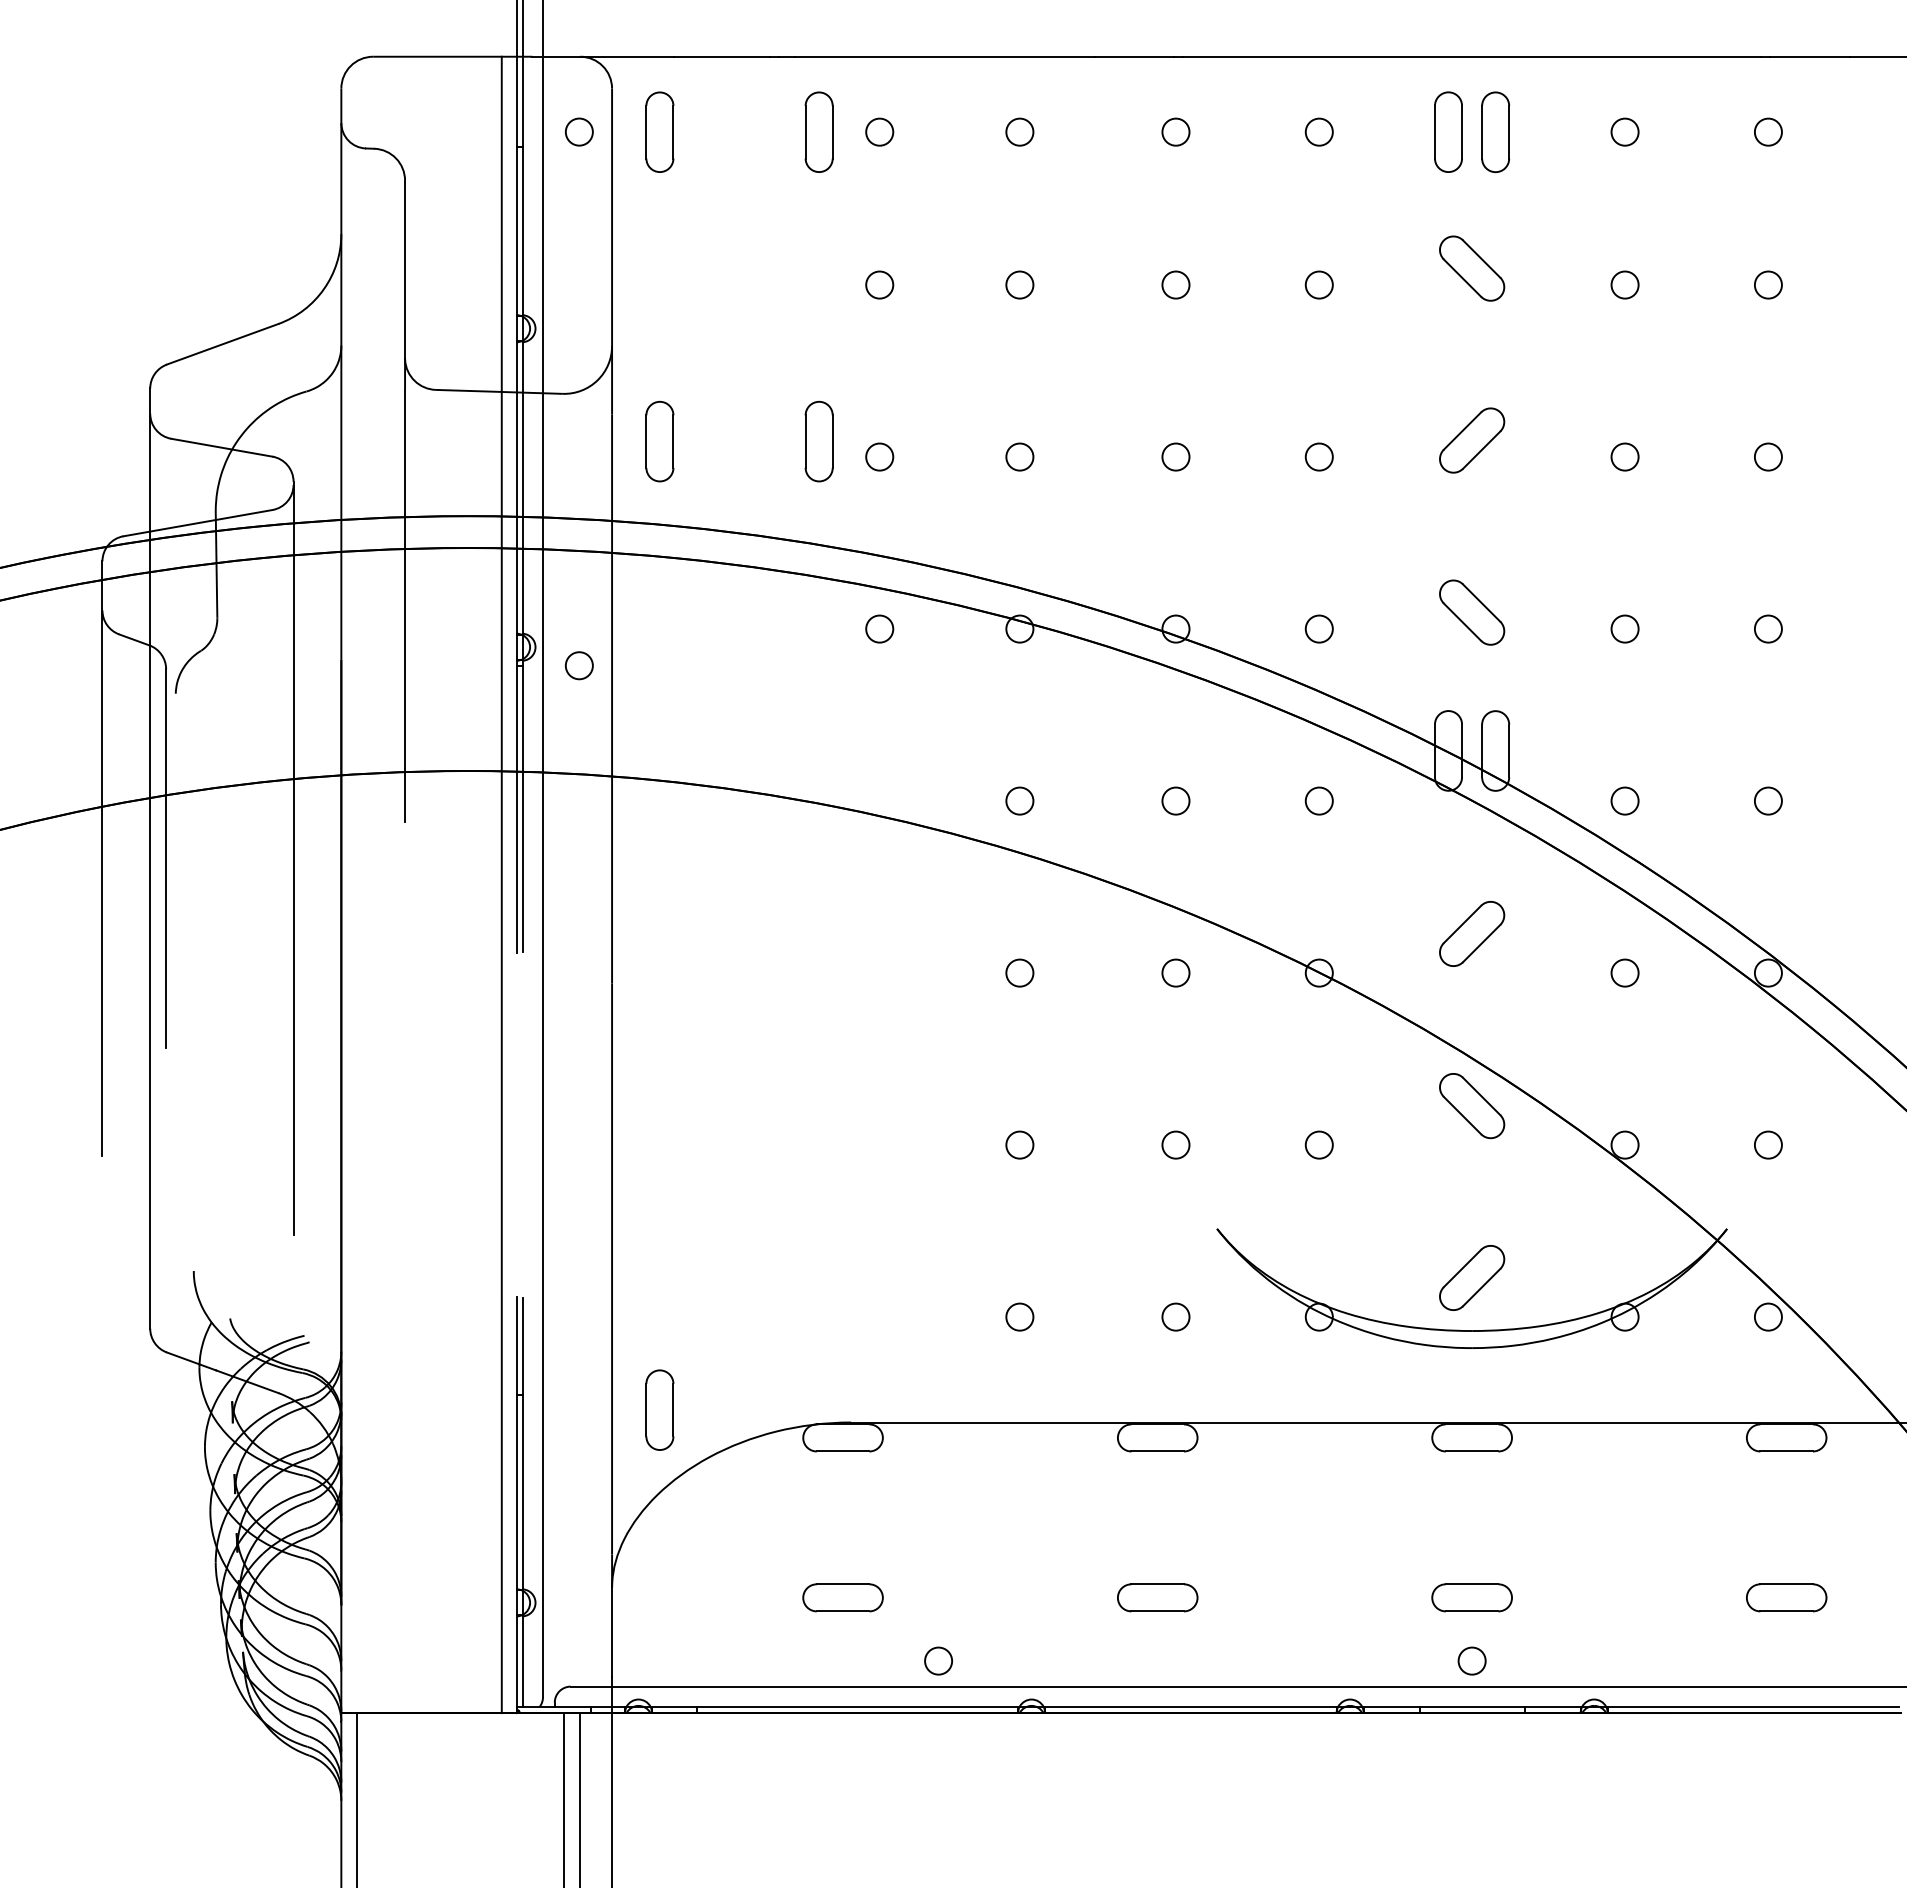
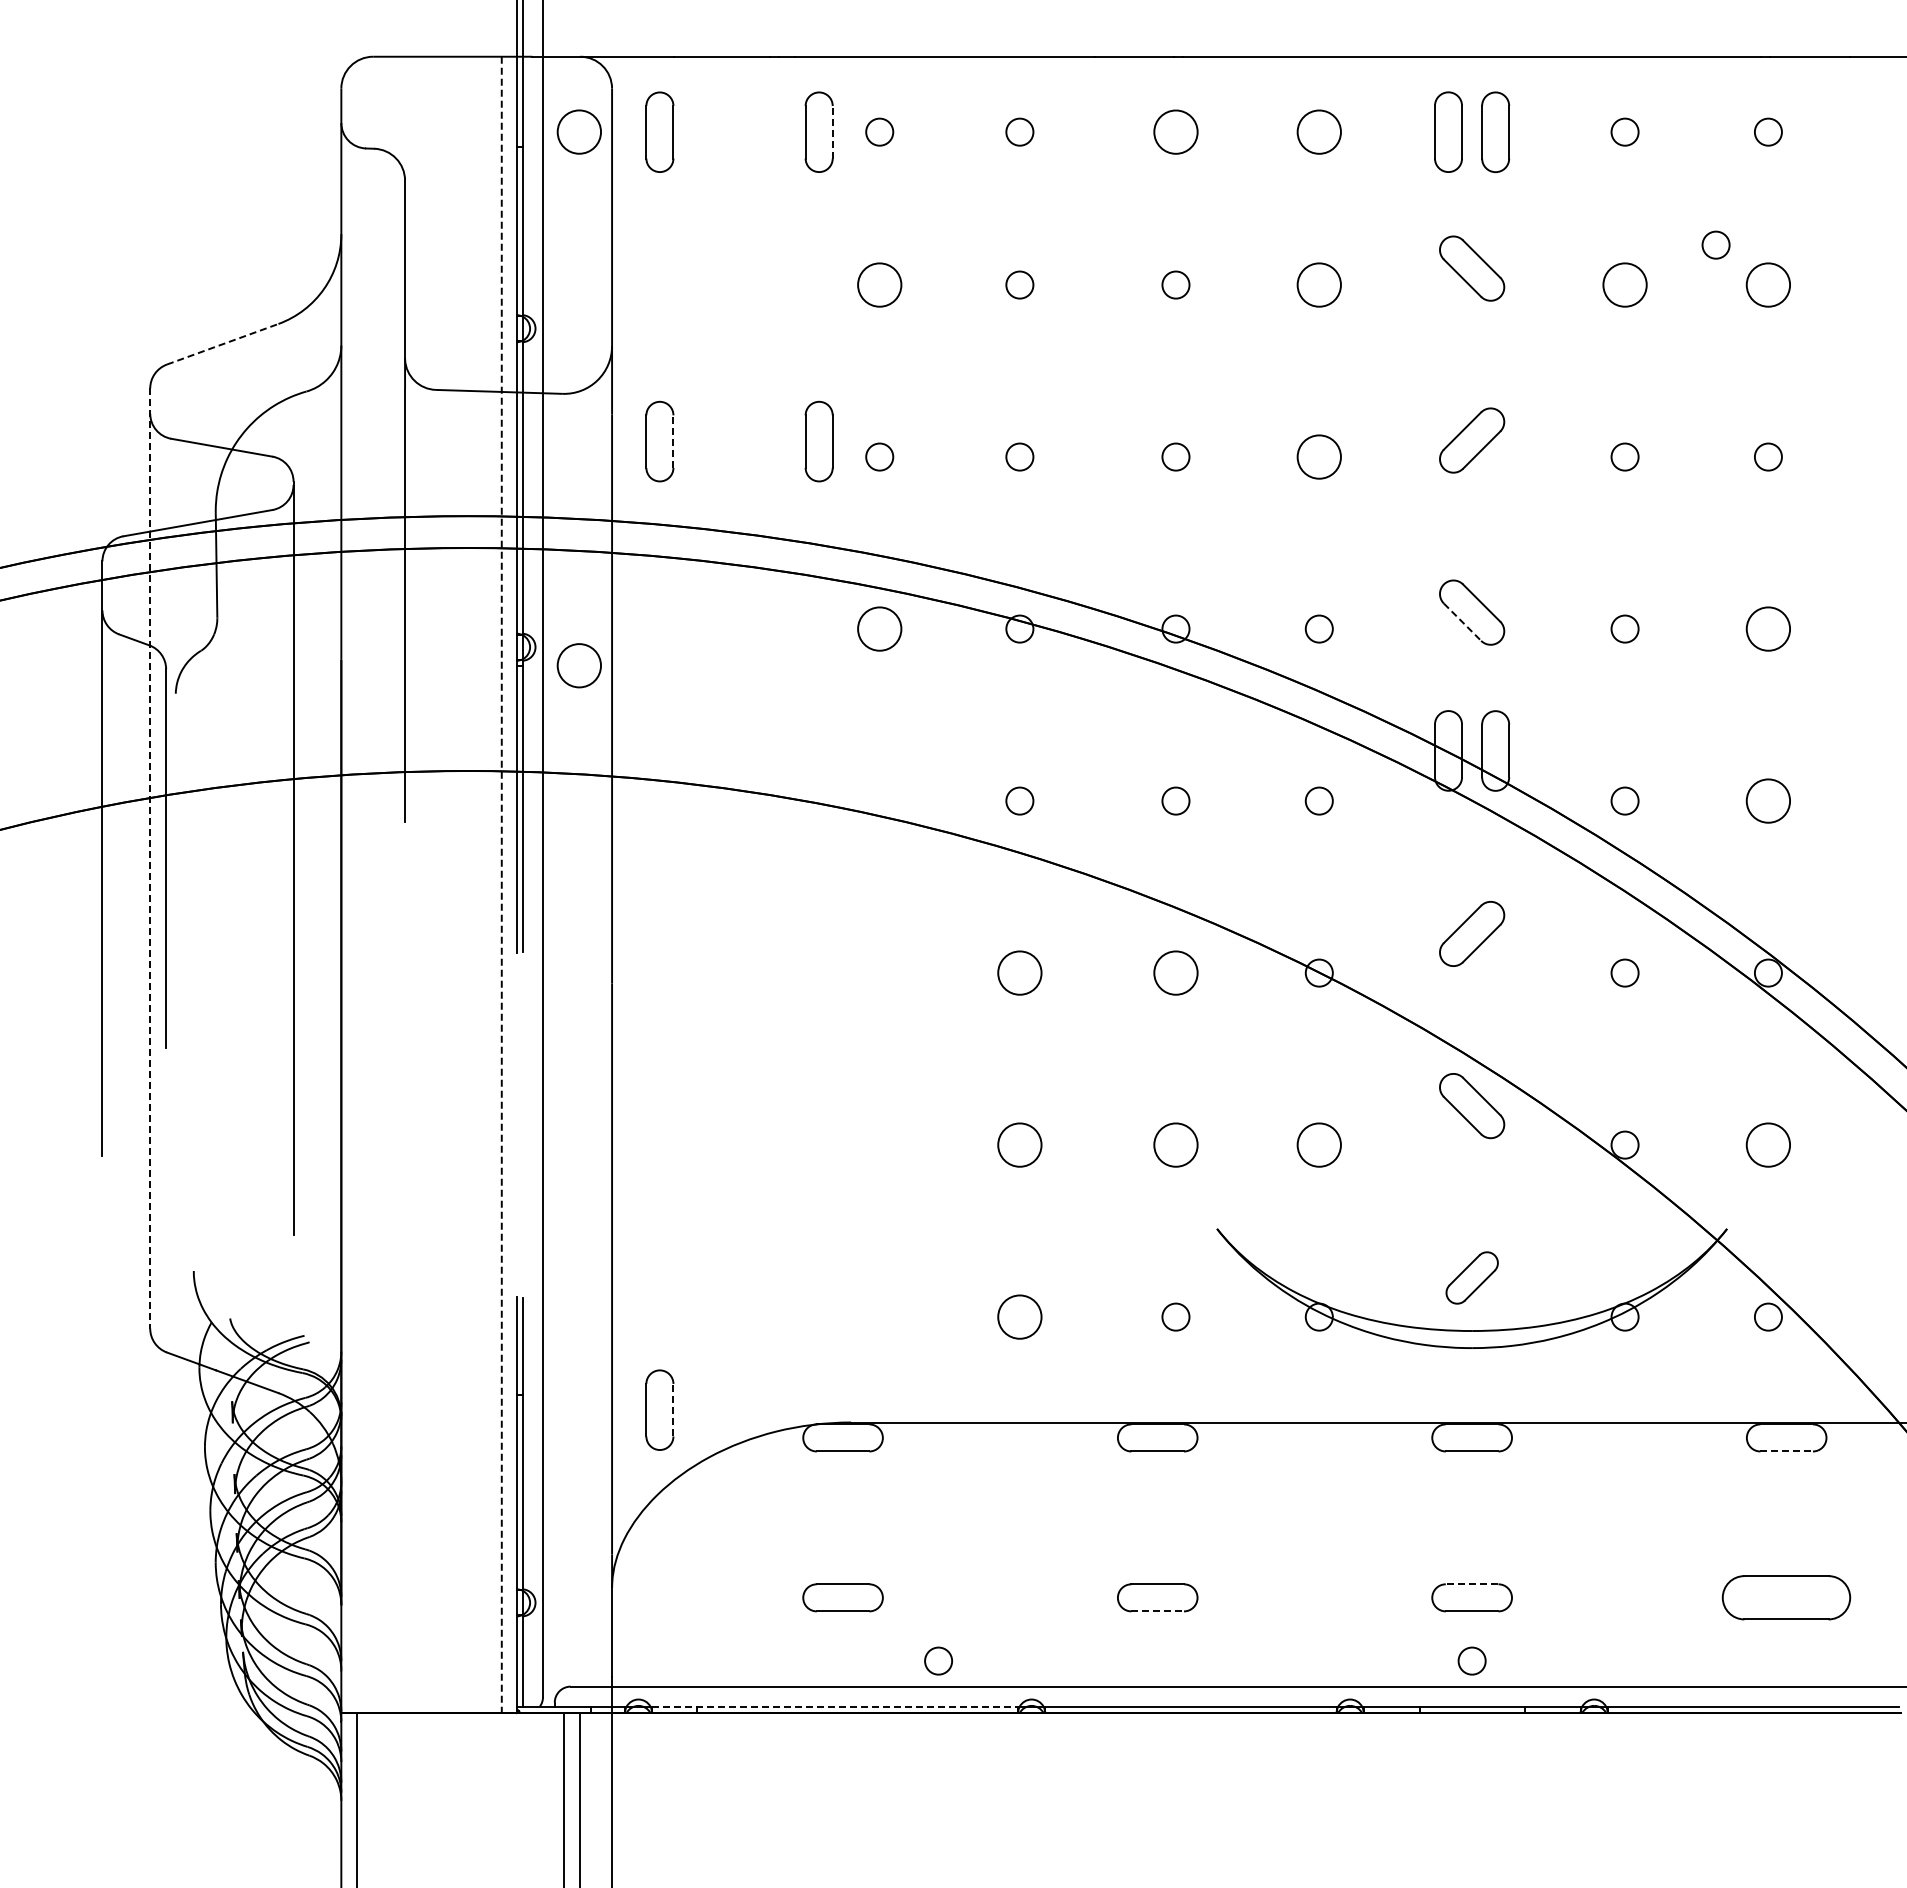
circle at (578, 131) diameter: 27 px -> 43 px
line at (832, 131): solid -> dashed
circle at (1175, 131) diameter: 27 px -> 43 px
circle at (1318, 131) diameter: 27 px -> 43 px
circle at (1715, 244): none -> present
circle at (879, 284) diameter: 27 px -> 43 px
circle at (1318, 284) diameter: 27 px -> 43 px
circle at (1624, 284) diameter: 27 px -> 43 px
circle at (1767, 284) diameter: 27 px -> 43 px
line at (223, 344): solid -> dashed
line at (673, 441): solid -> dashed
circle at (1318, 456) diameter: 27 px -> 43 px
line at (1462, 622): solid -> dashed
circle at (879, 628) diameter: 27 px -> 43 px
circle at (1767, 628) diameter: 27 px -> 43 px
circle at (578, 665) diameter: 27 px -> 43 px
circle at (1767, 800) diameter: 27 px -> 43 px
line at (150, 859): solid -> dashed
line at (501, 885): solid -> dashed
circle at (1019, 972) diameter: 27 px -> 43 px
circle at (1175, 972) diameter: 27 px -> 43 px
circle at (1019, 1144) diameter: 27 px -> 43 px
circle at (1175, 1144) diameter: 27 px -> 43 px
circle at (1318, 1144) diameter: 27 px -> 43 px
circle at (1767, 1144) diameter: 27 px -> 43 px
part at (1472, 1277) size: 67x66 px -> 54x54 px
circle at (1019, 1316) diameter: 27 px -> 43 px
line at (673, 1409): solid -> dashed
line at (1787, 1451): solid -> dashed
line at (1471, 1584): solid -> dashed
part at (1786, 1597) size: 82x30 px -> 131x46 px
line at (1158, 1611): solid -> dashed
line at (835, 1706): solid -> dashed
